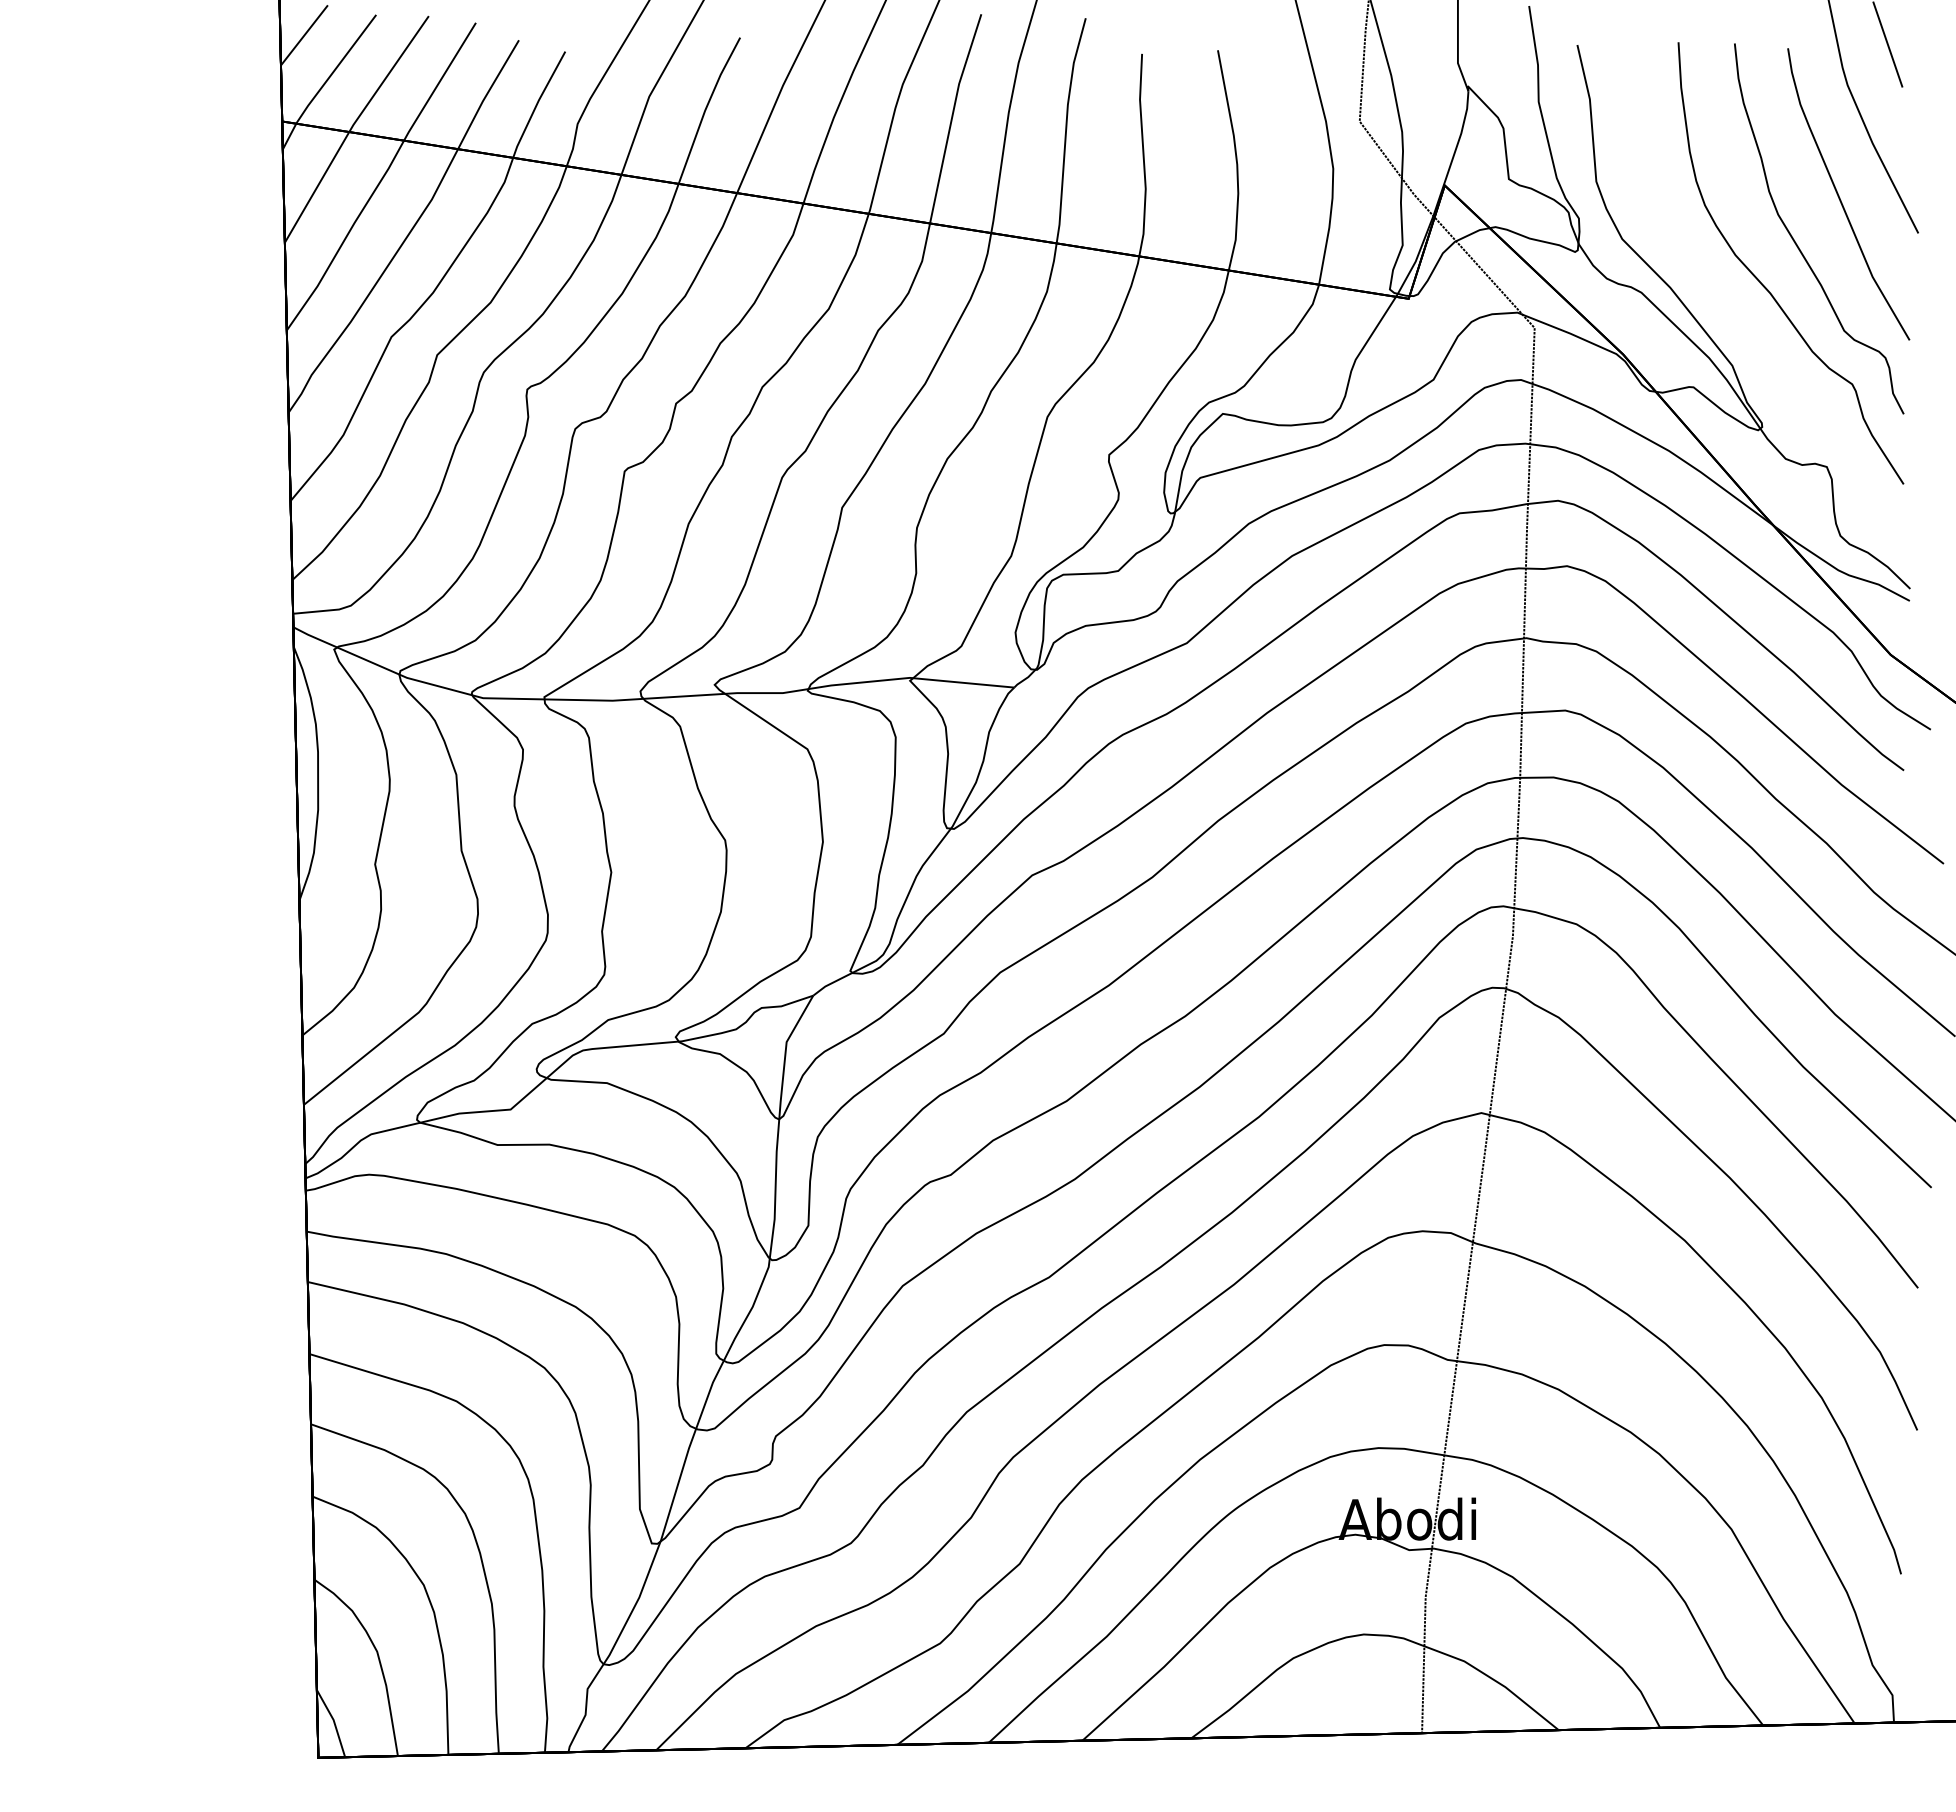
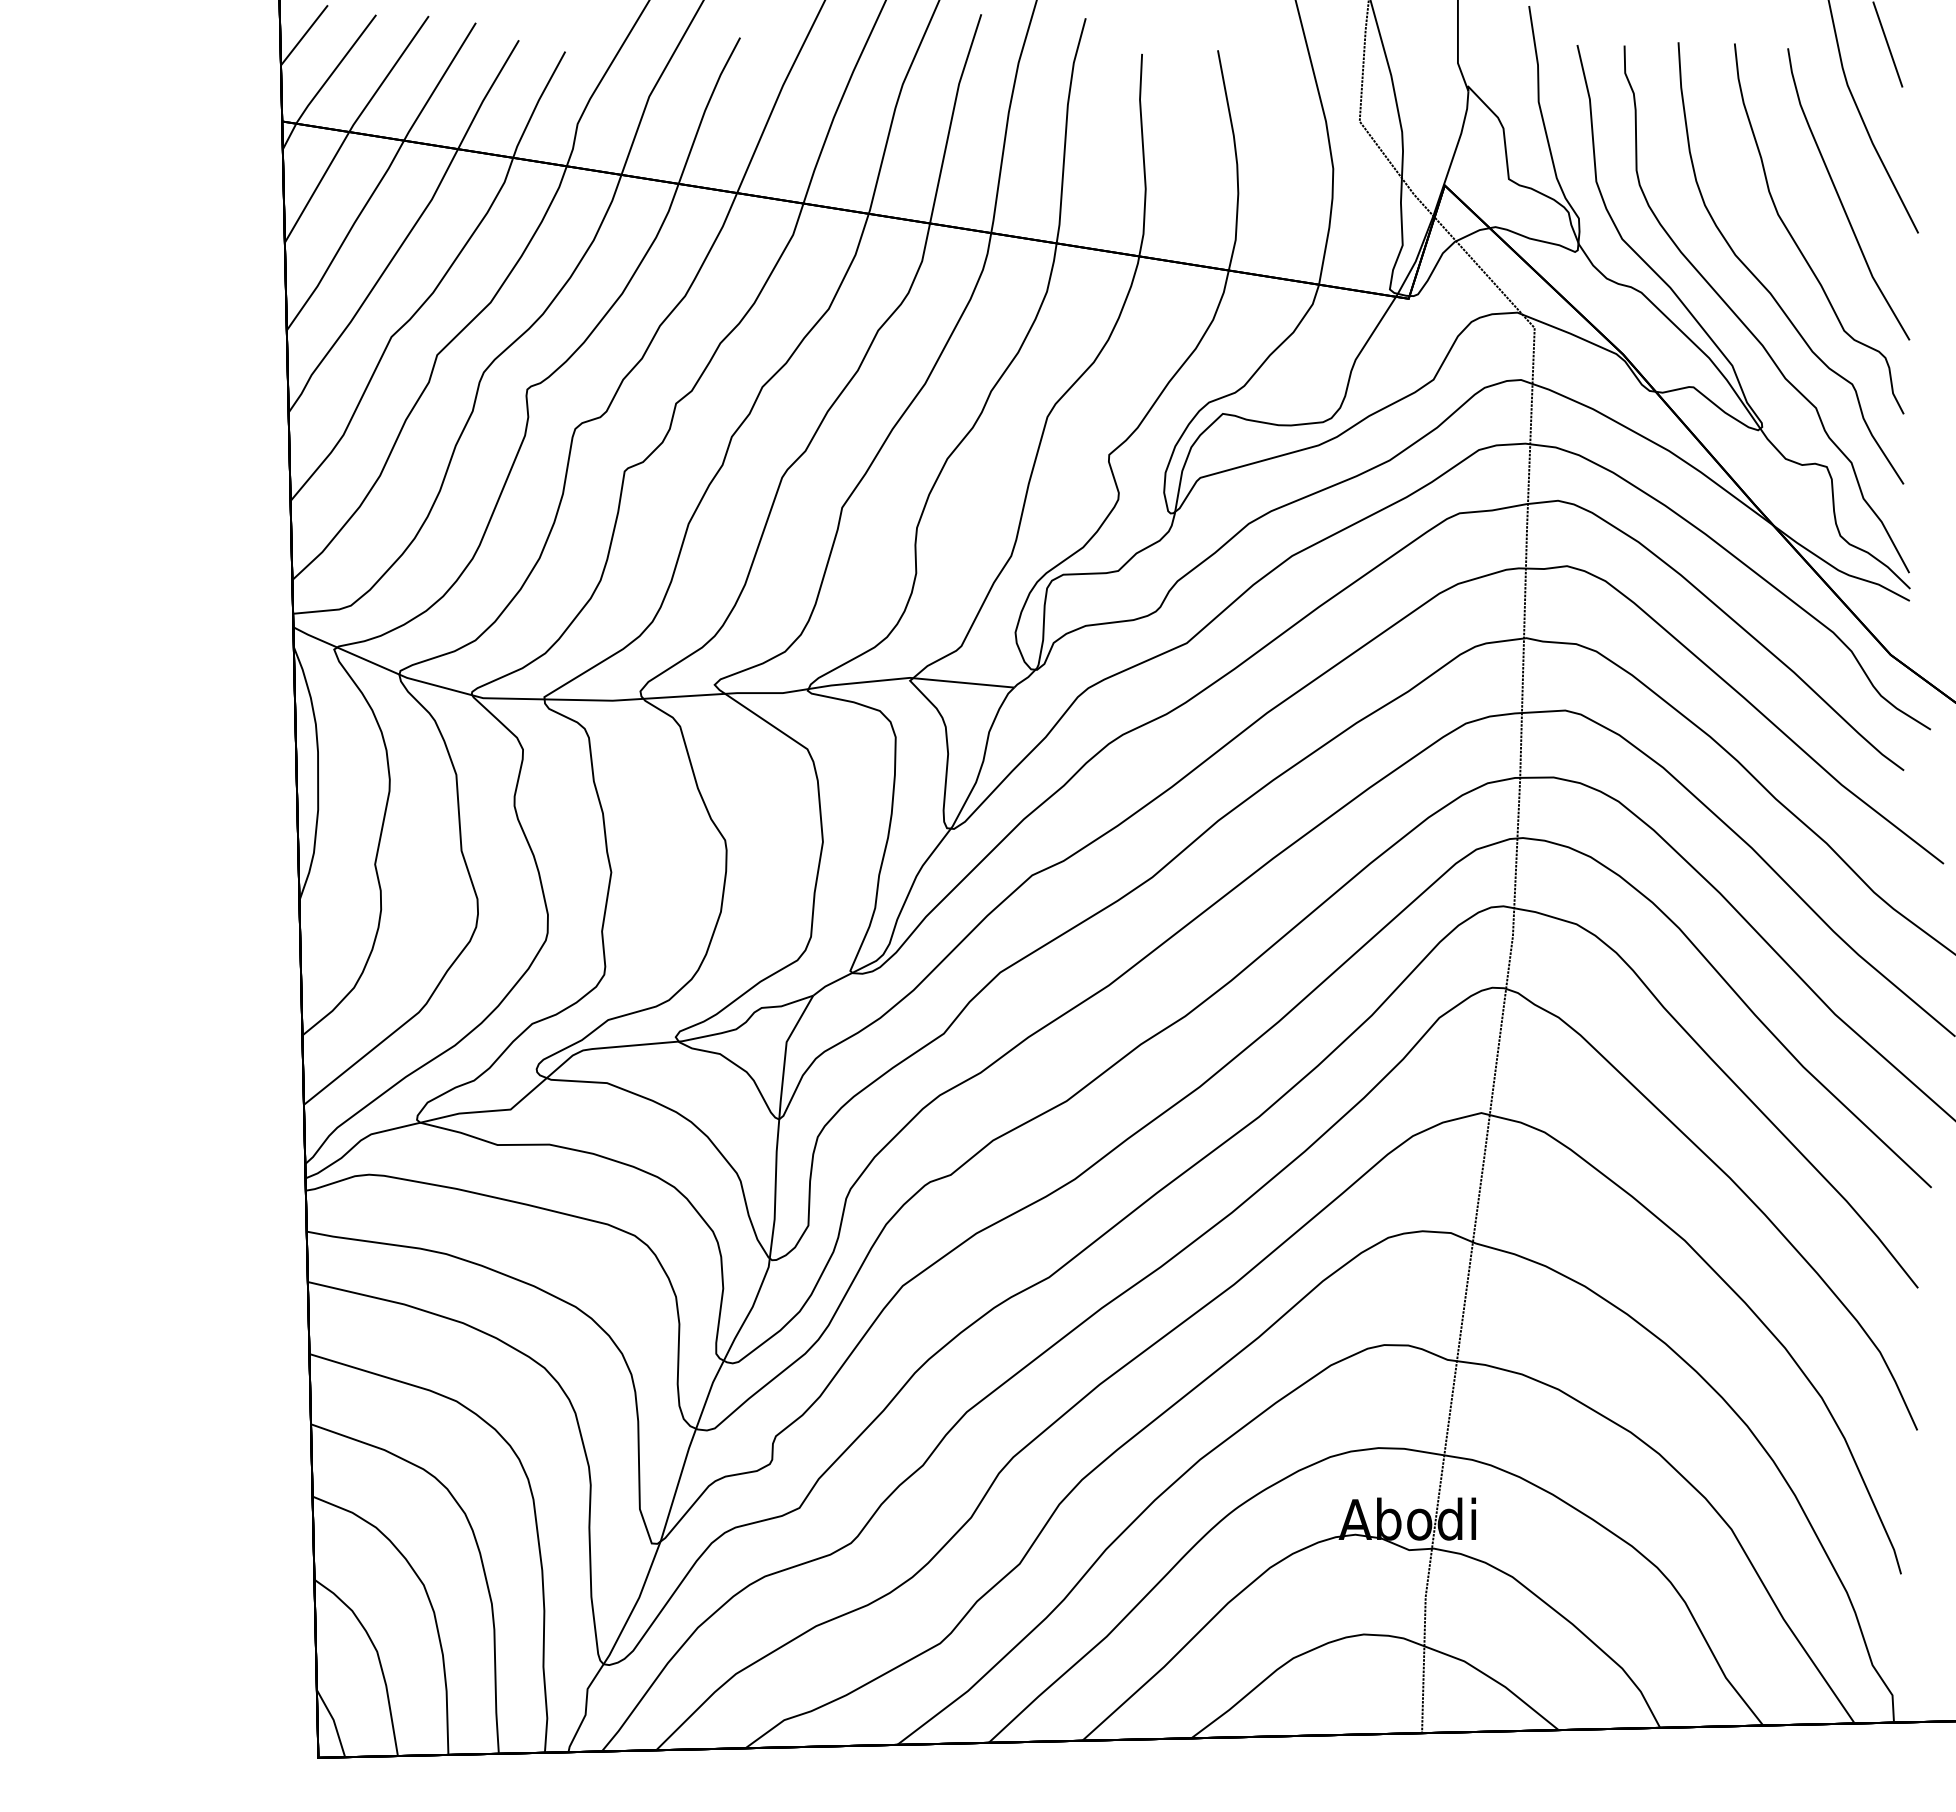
curve at (1748, 327): none -> present
